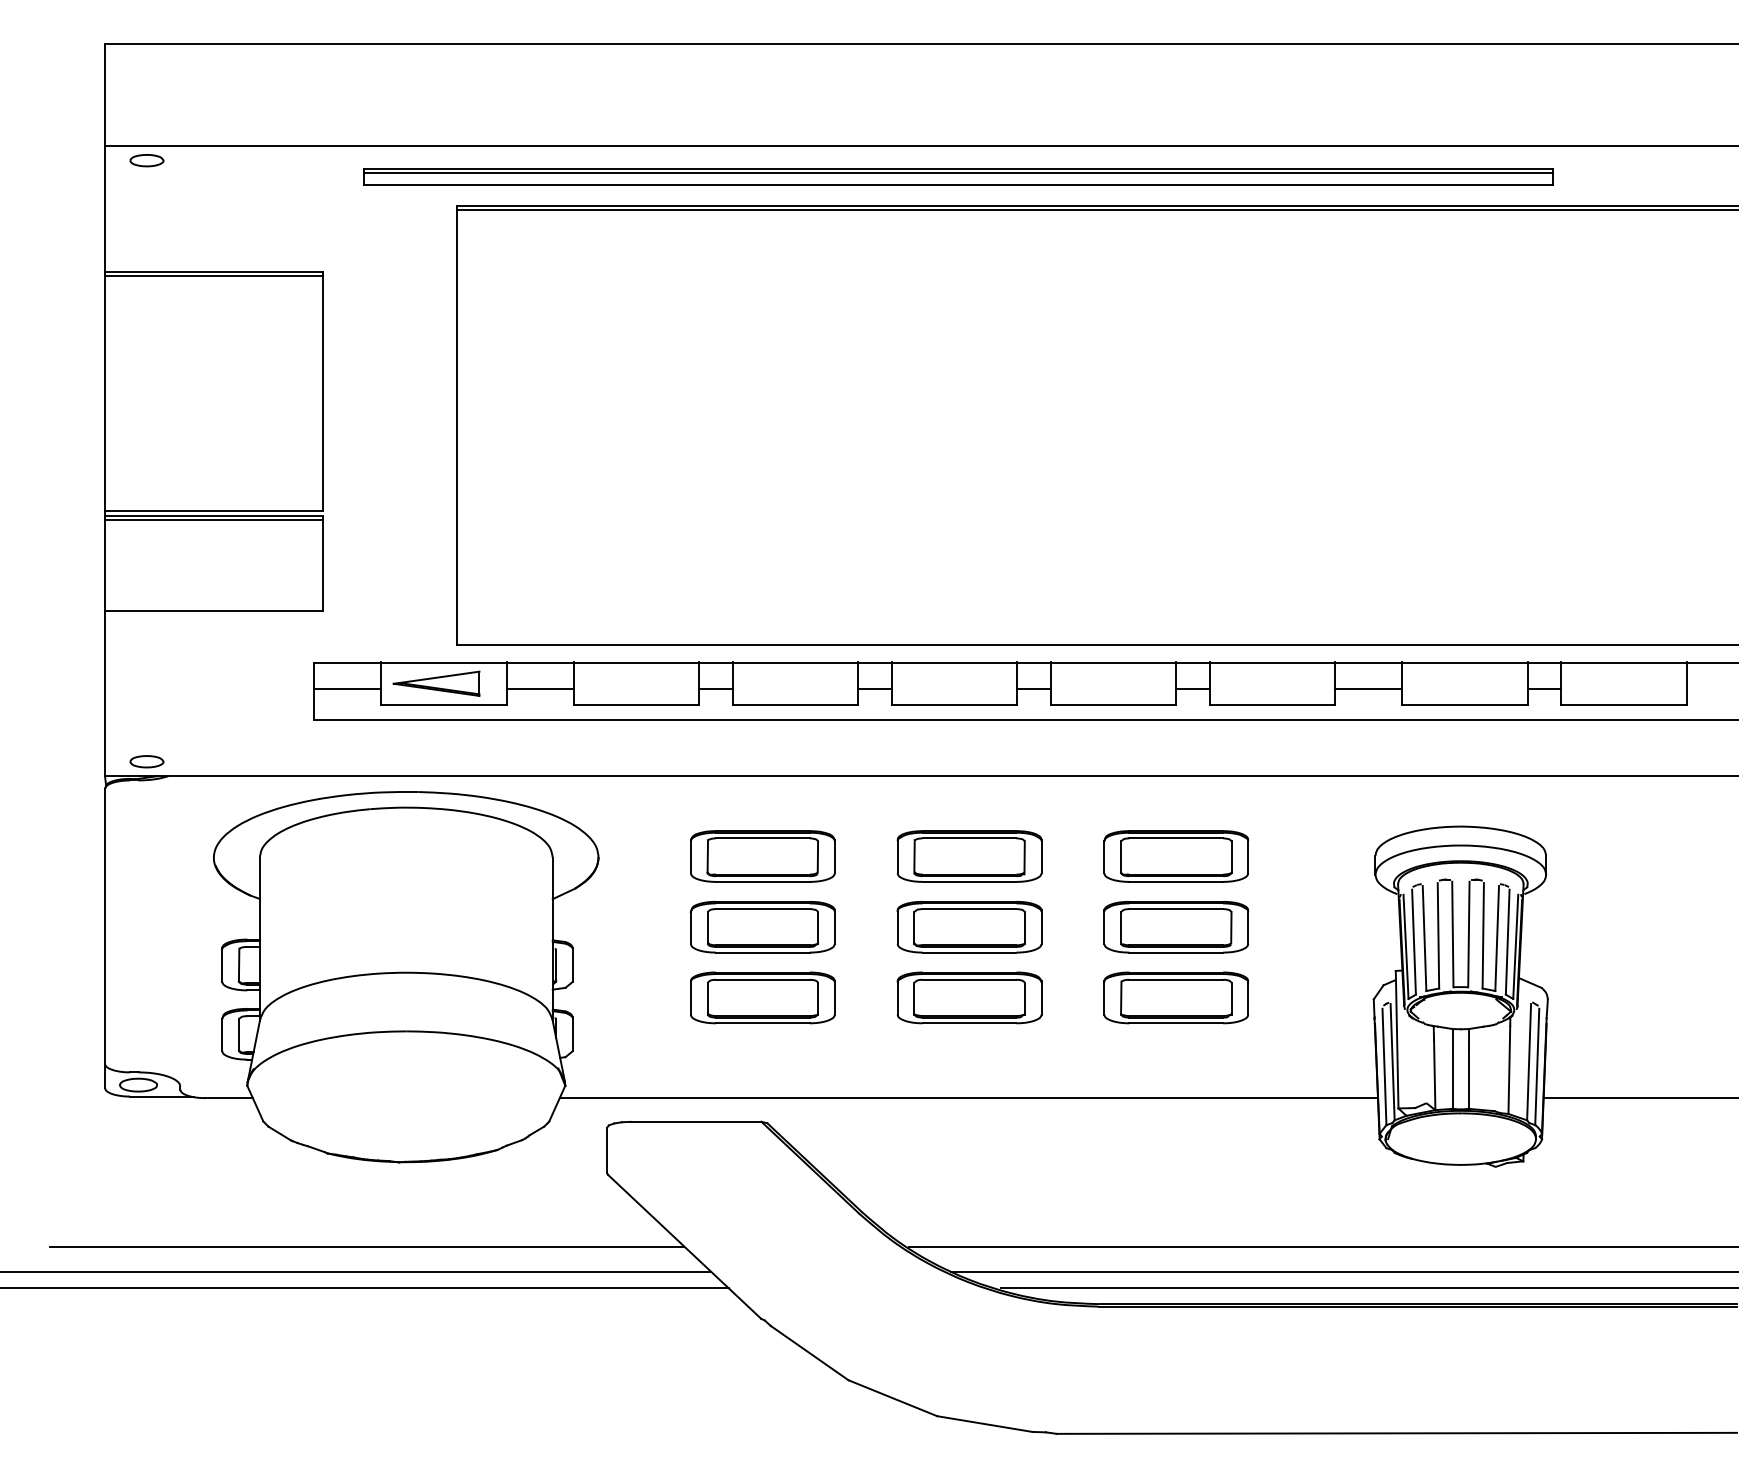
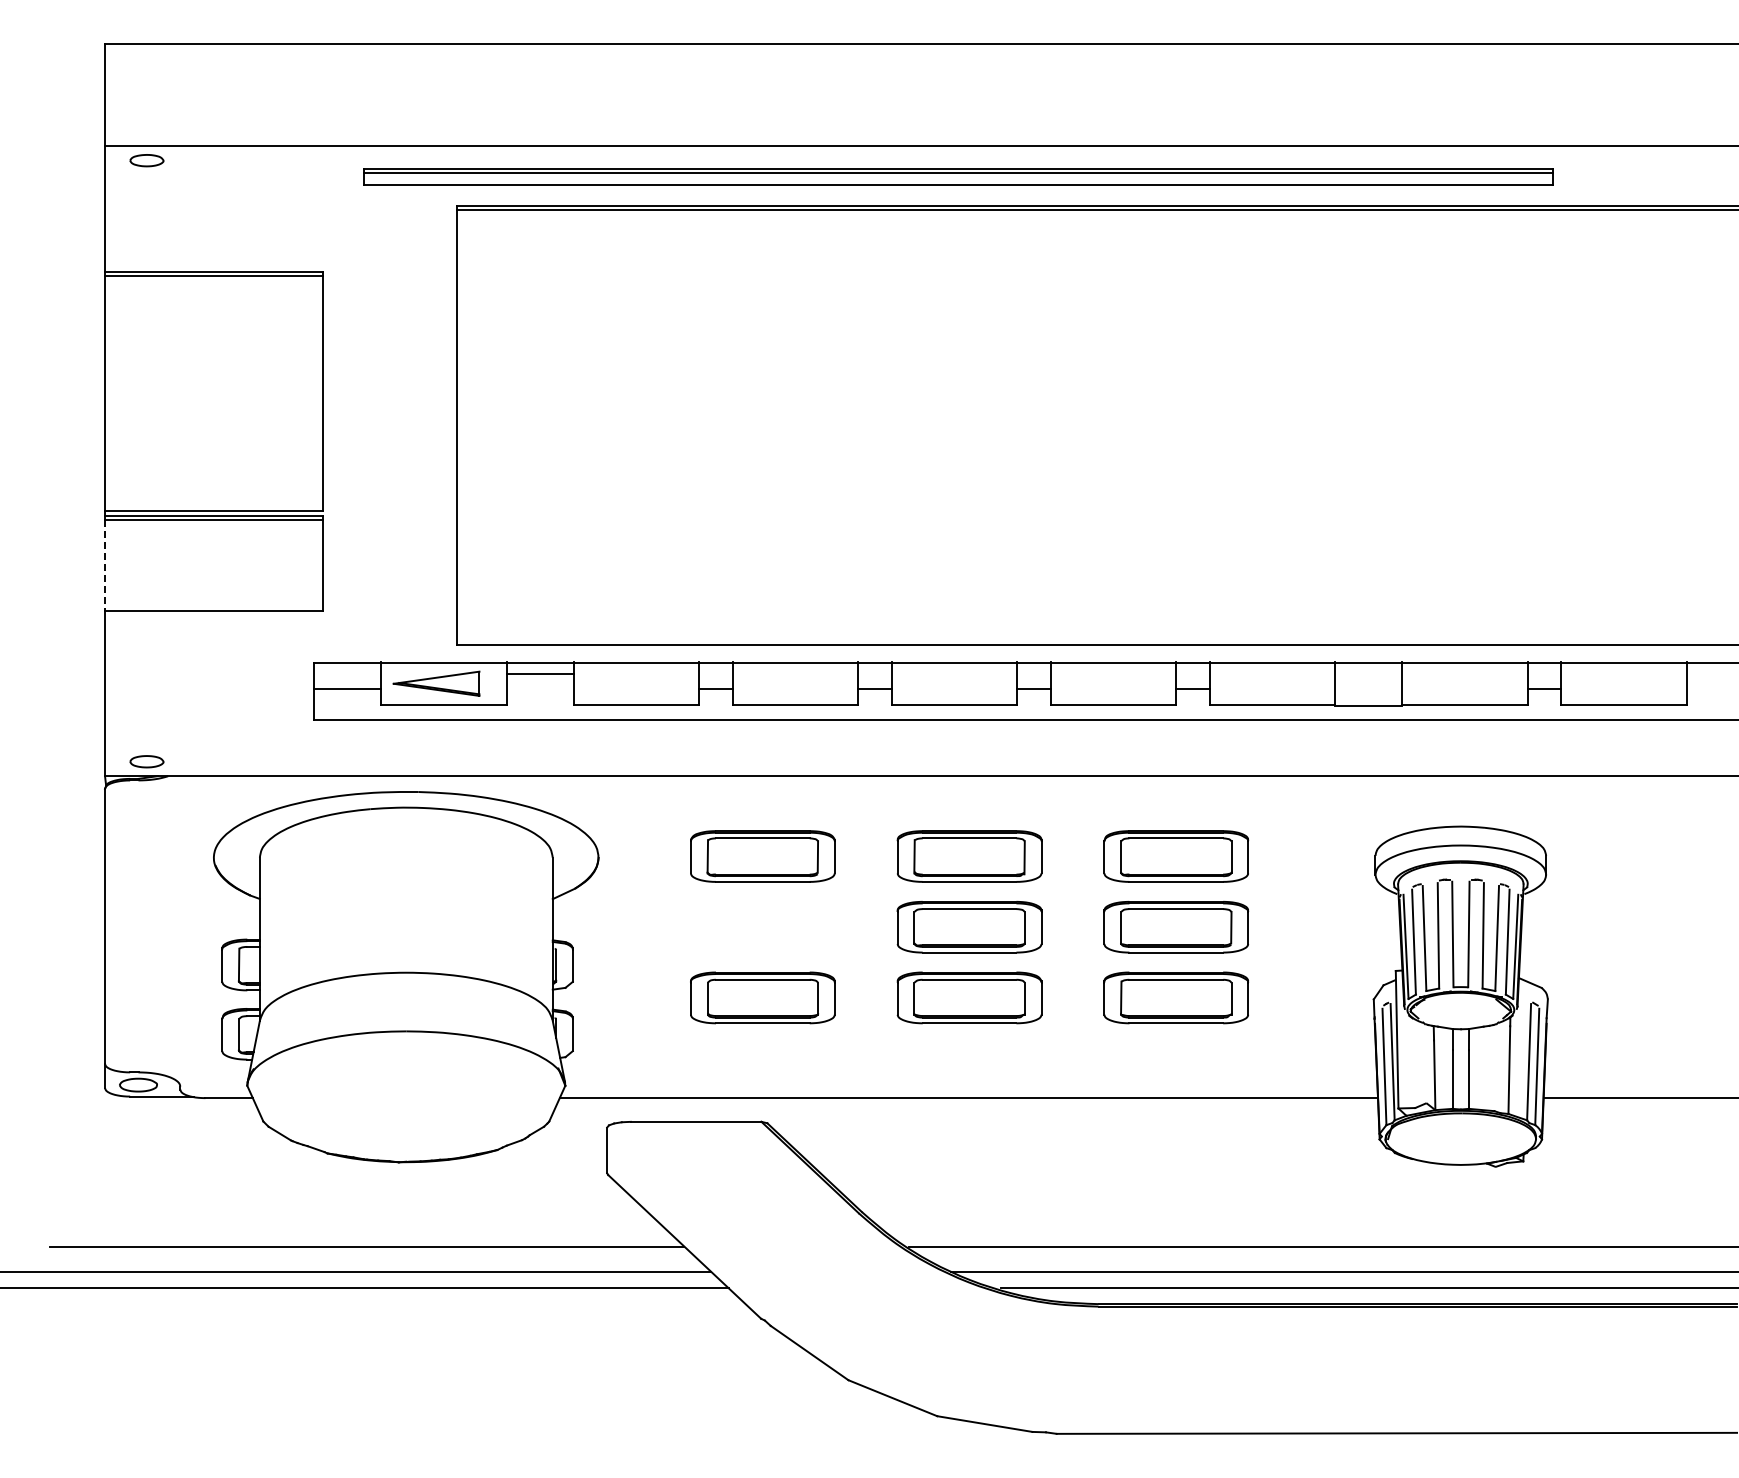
line at (105, 565): solid -> dashed
line at (539, 688) position: (539, 688) -> (539, 673)
line at (1368, 688) position: (1368, 688) -> (1368, 705)
part at (762, 926): present -> none
